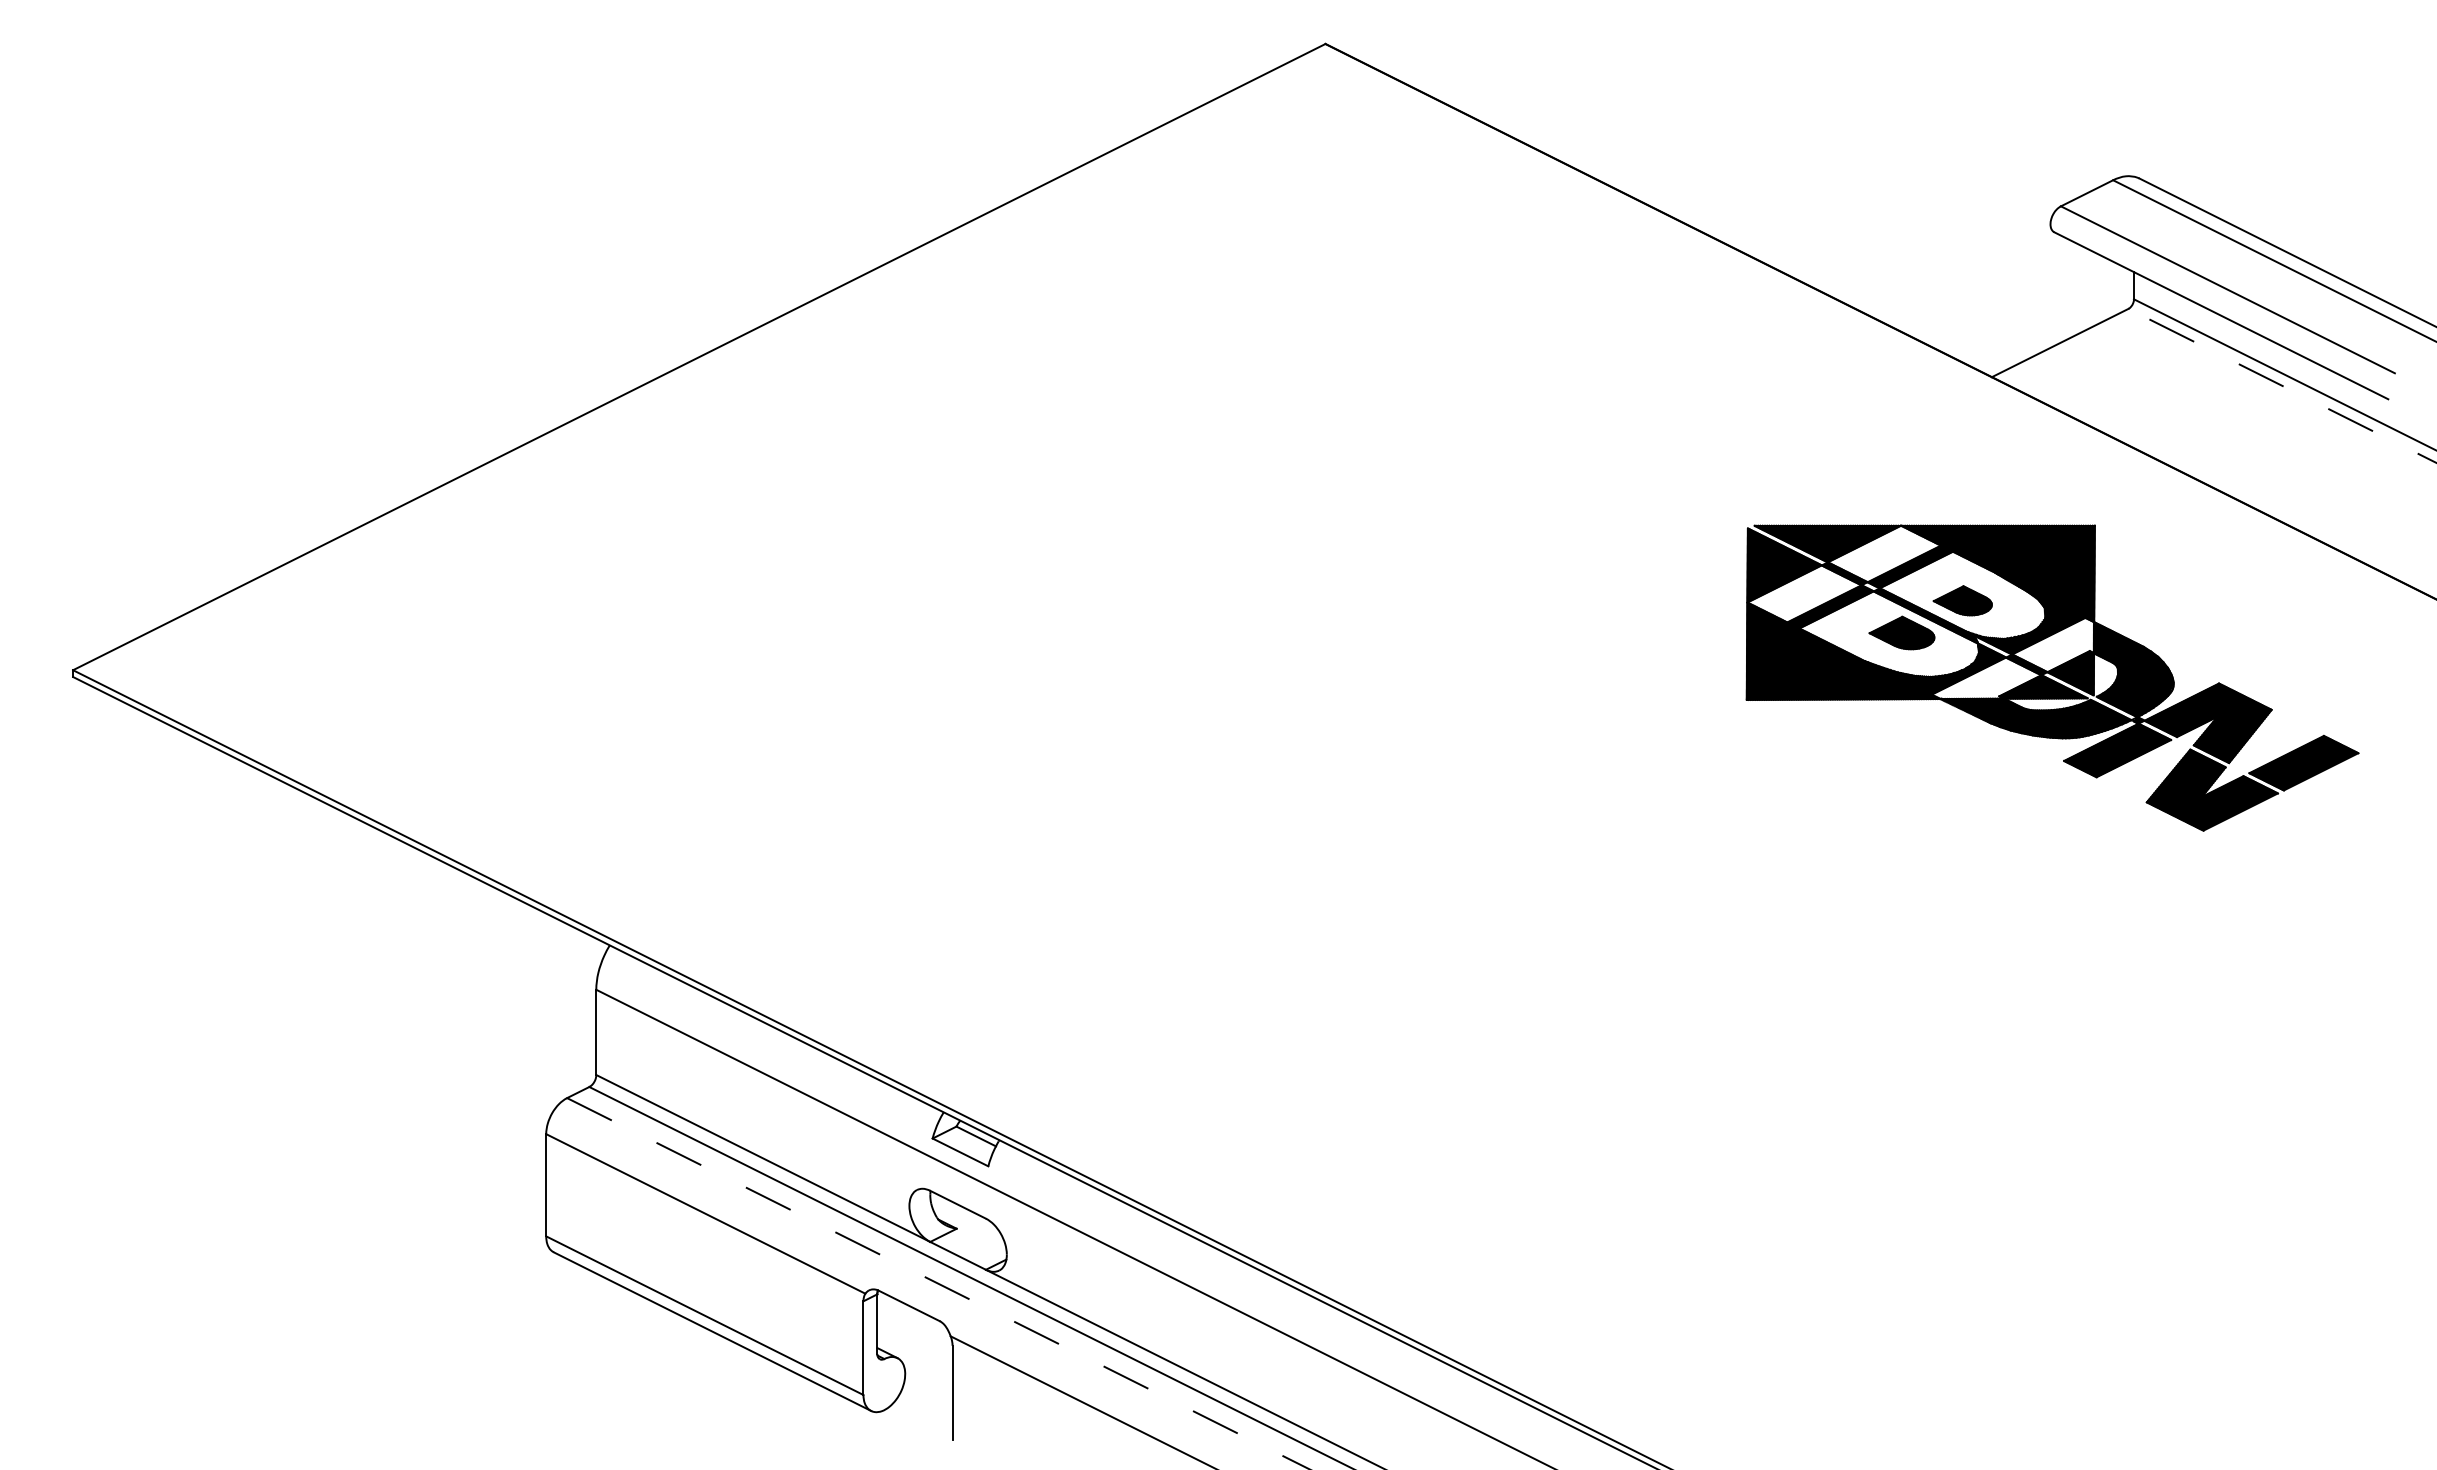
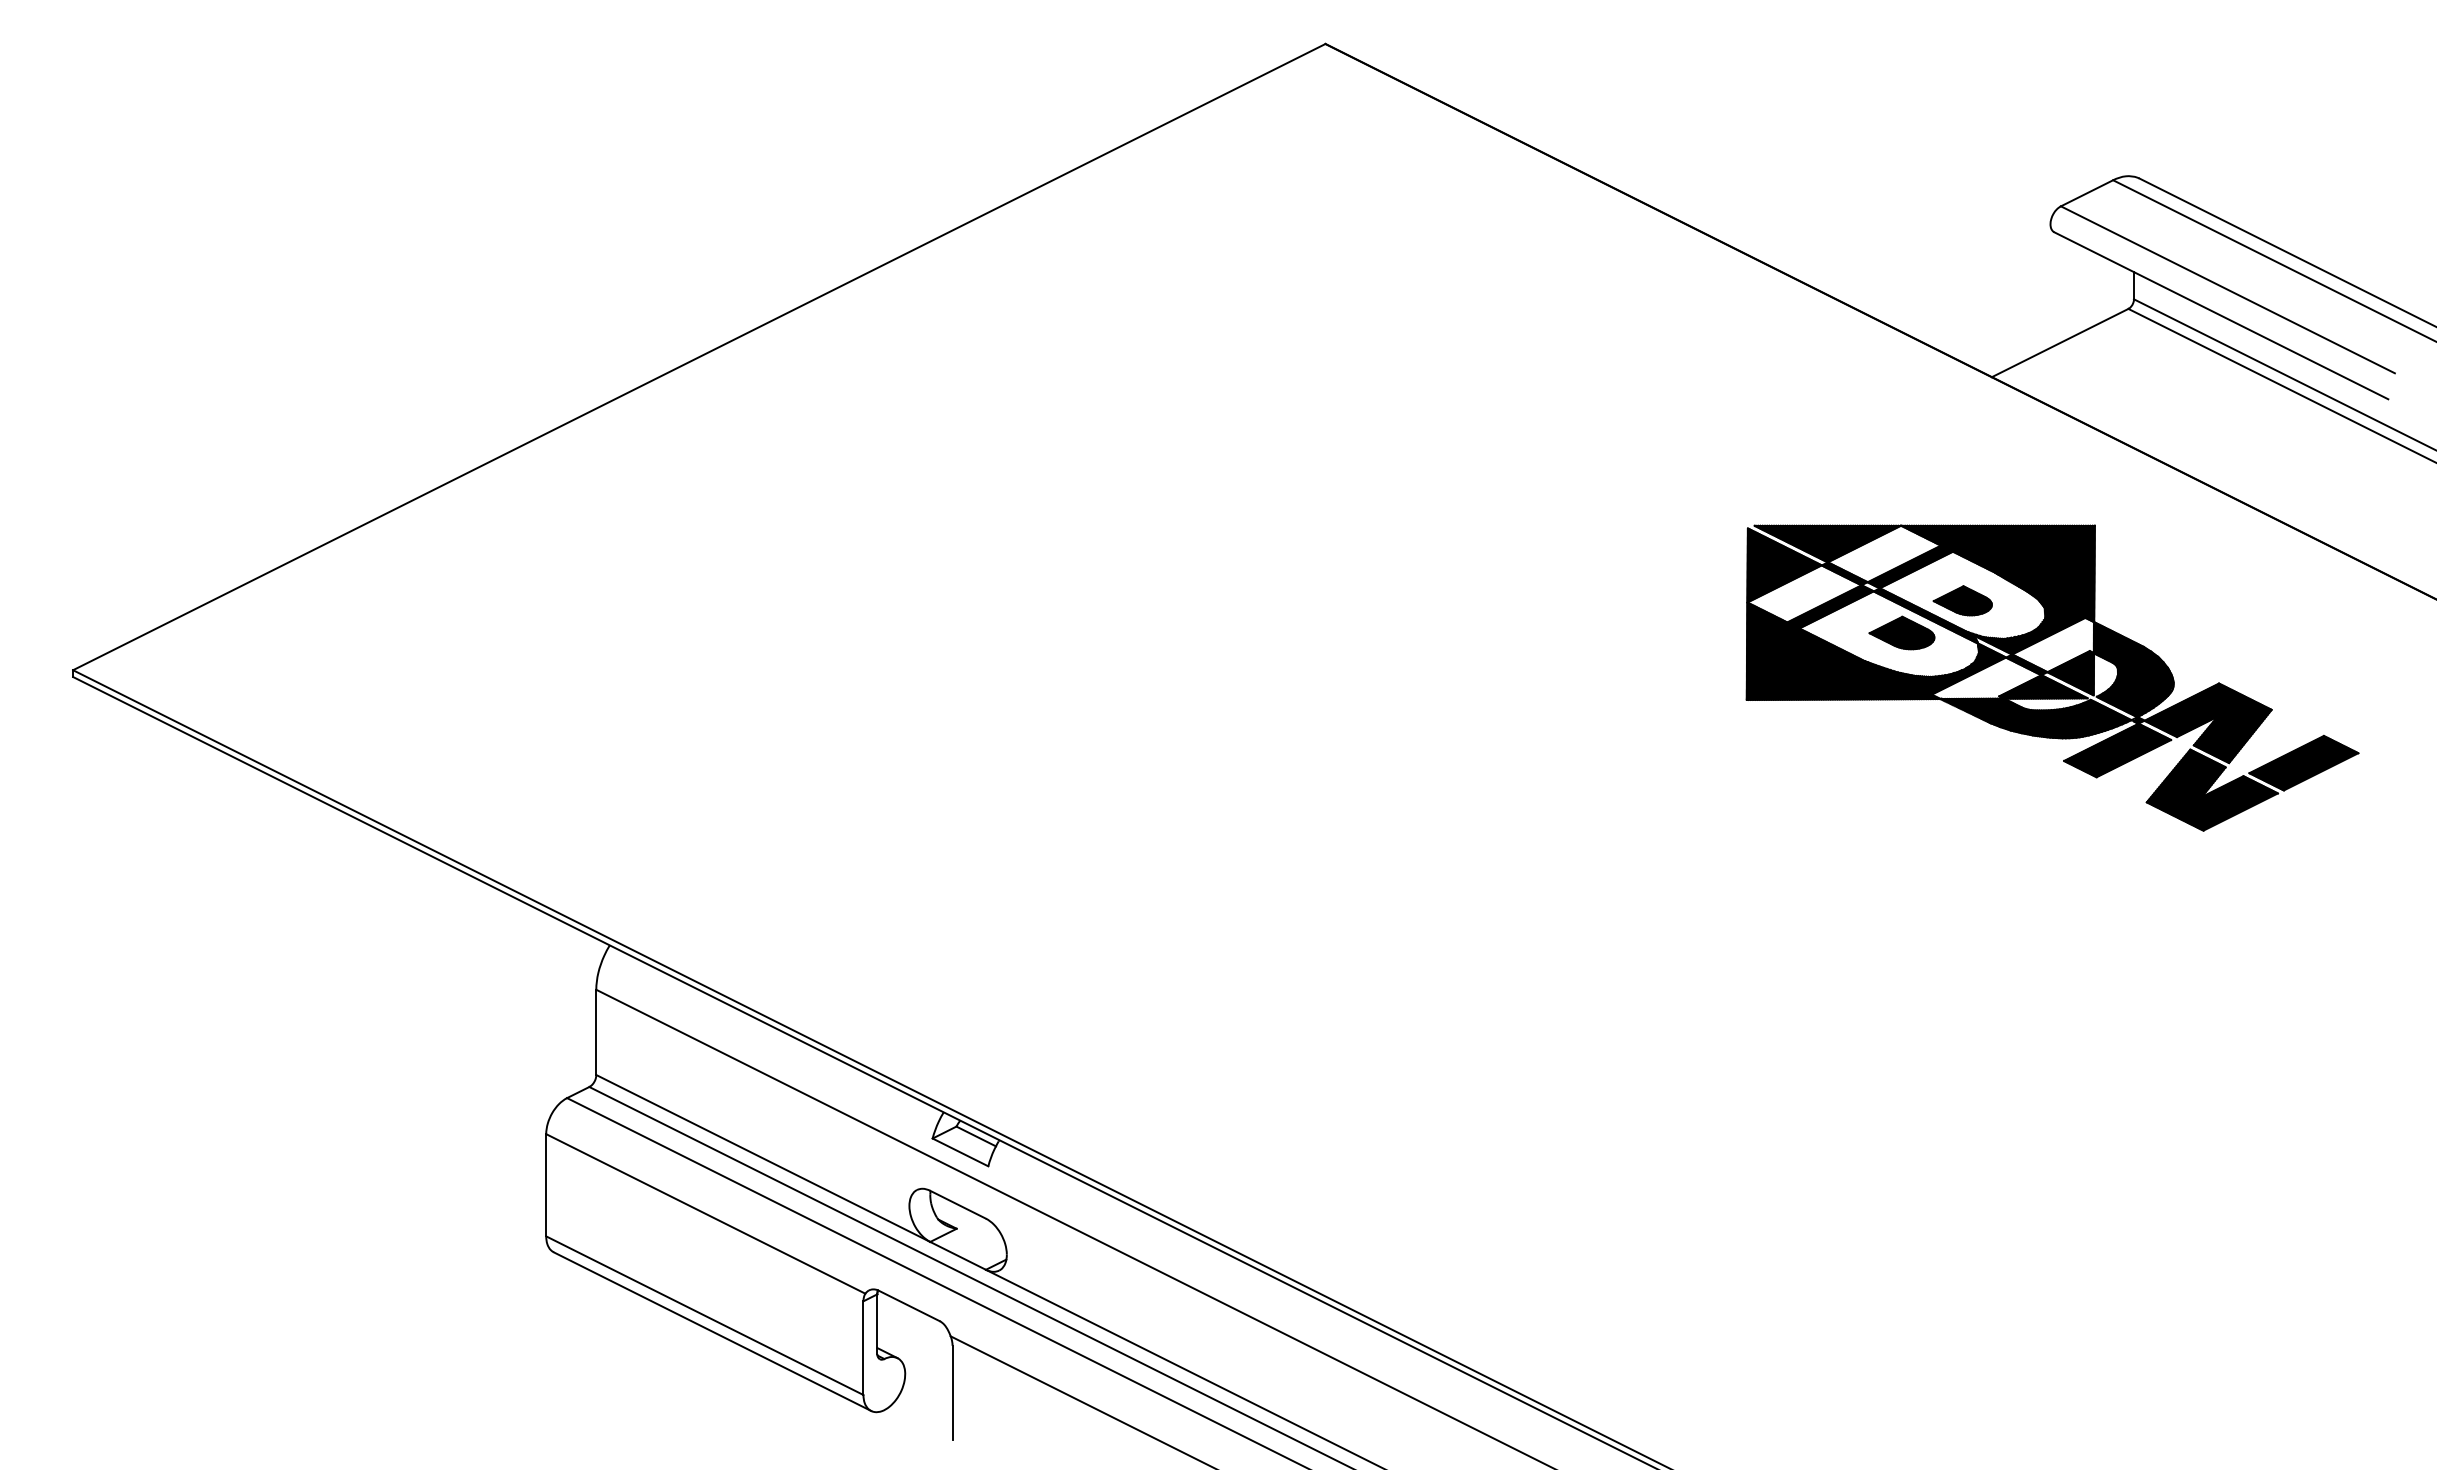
line at (2282, 385): dashed -> solid
line at (939, 1284): dashed -> solid
